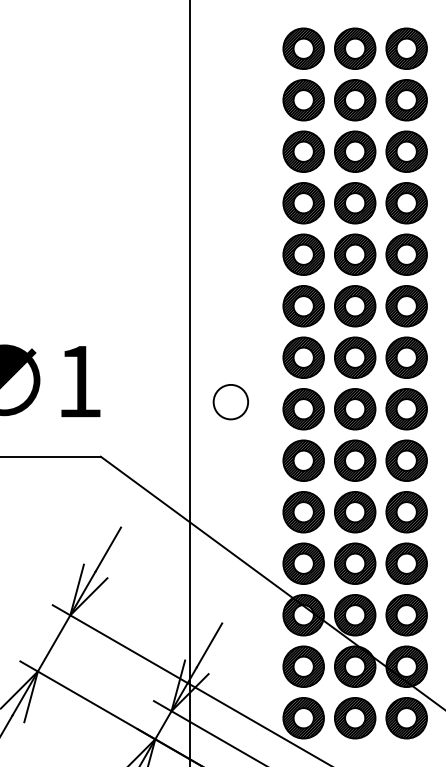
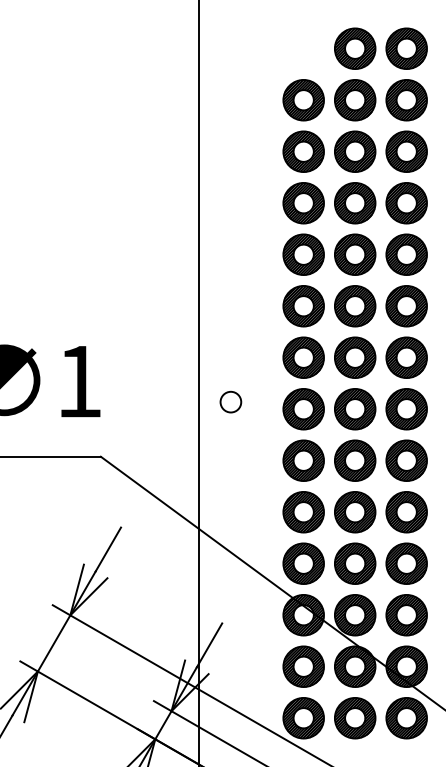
part at (303, 48): present -> none
line at (190, 382) position: (190, 382) -> (199, 382)
circle at (230, 401) diameter: 34 px -> 21 px
